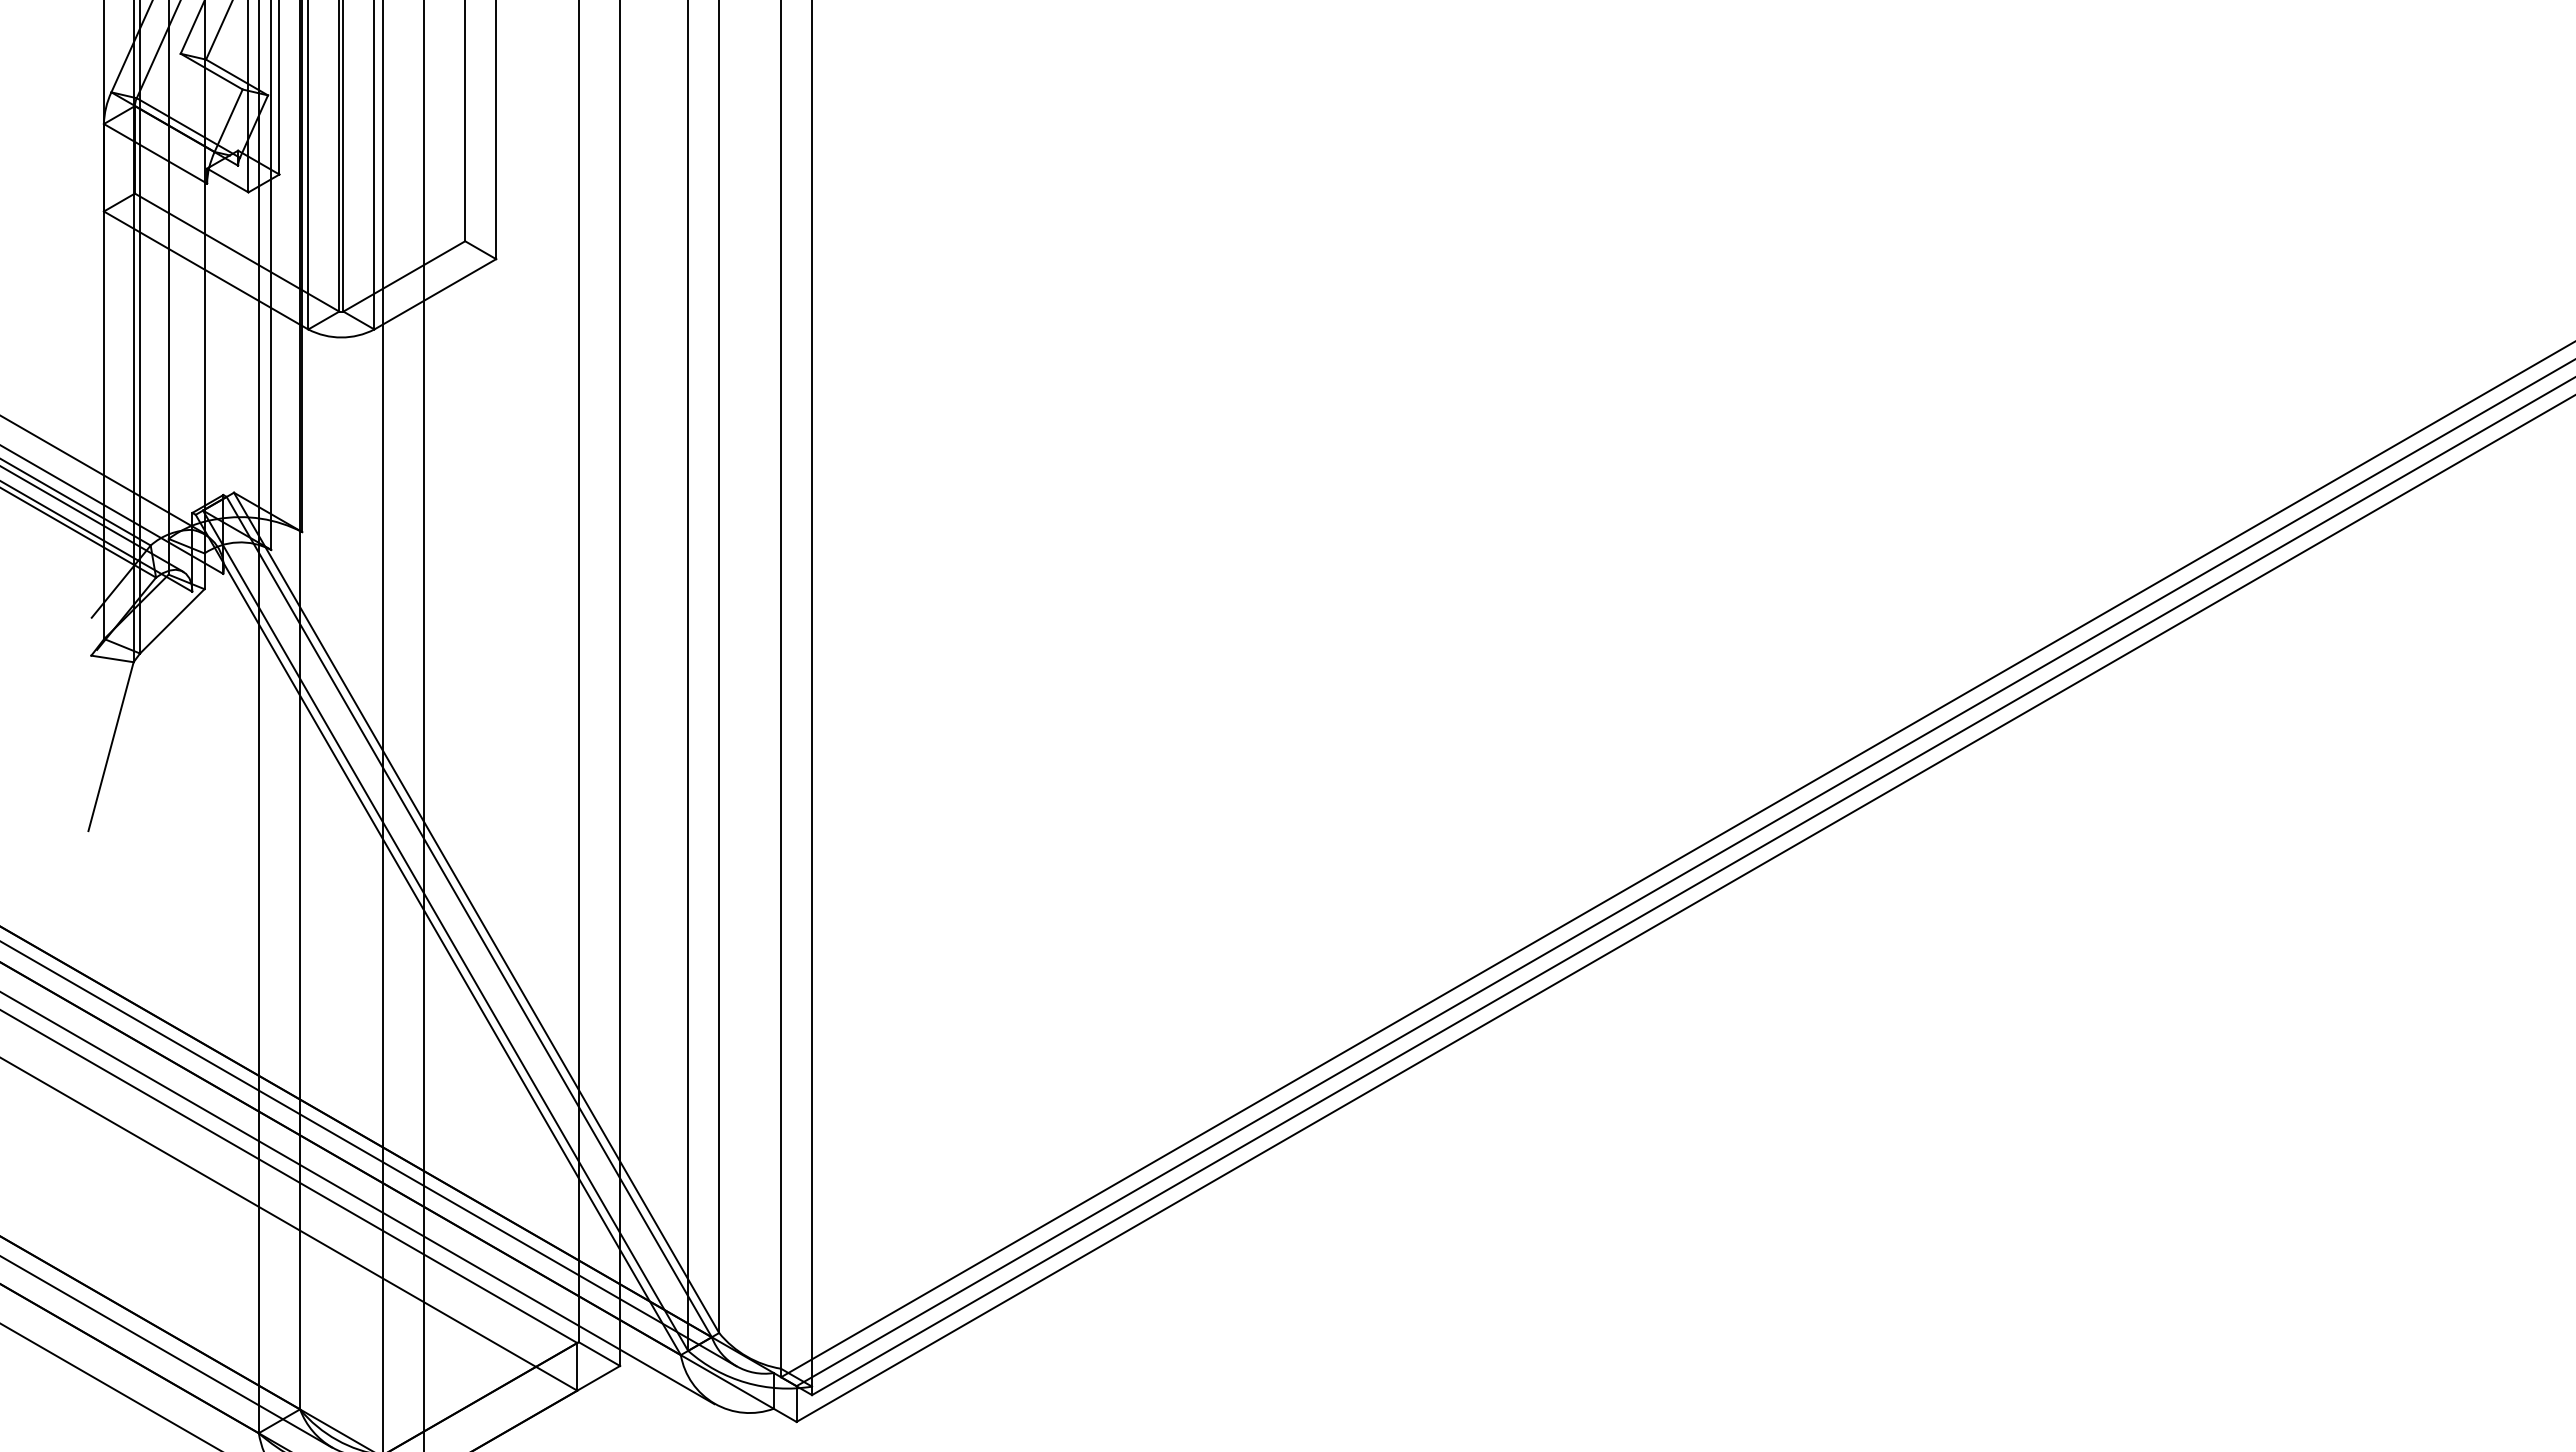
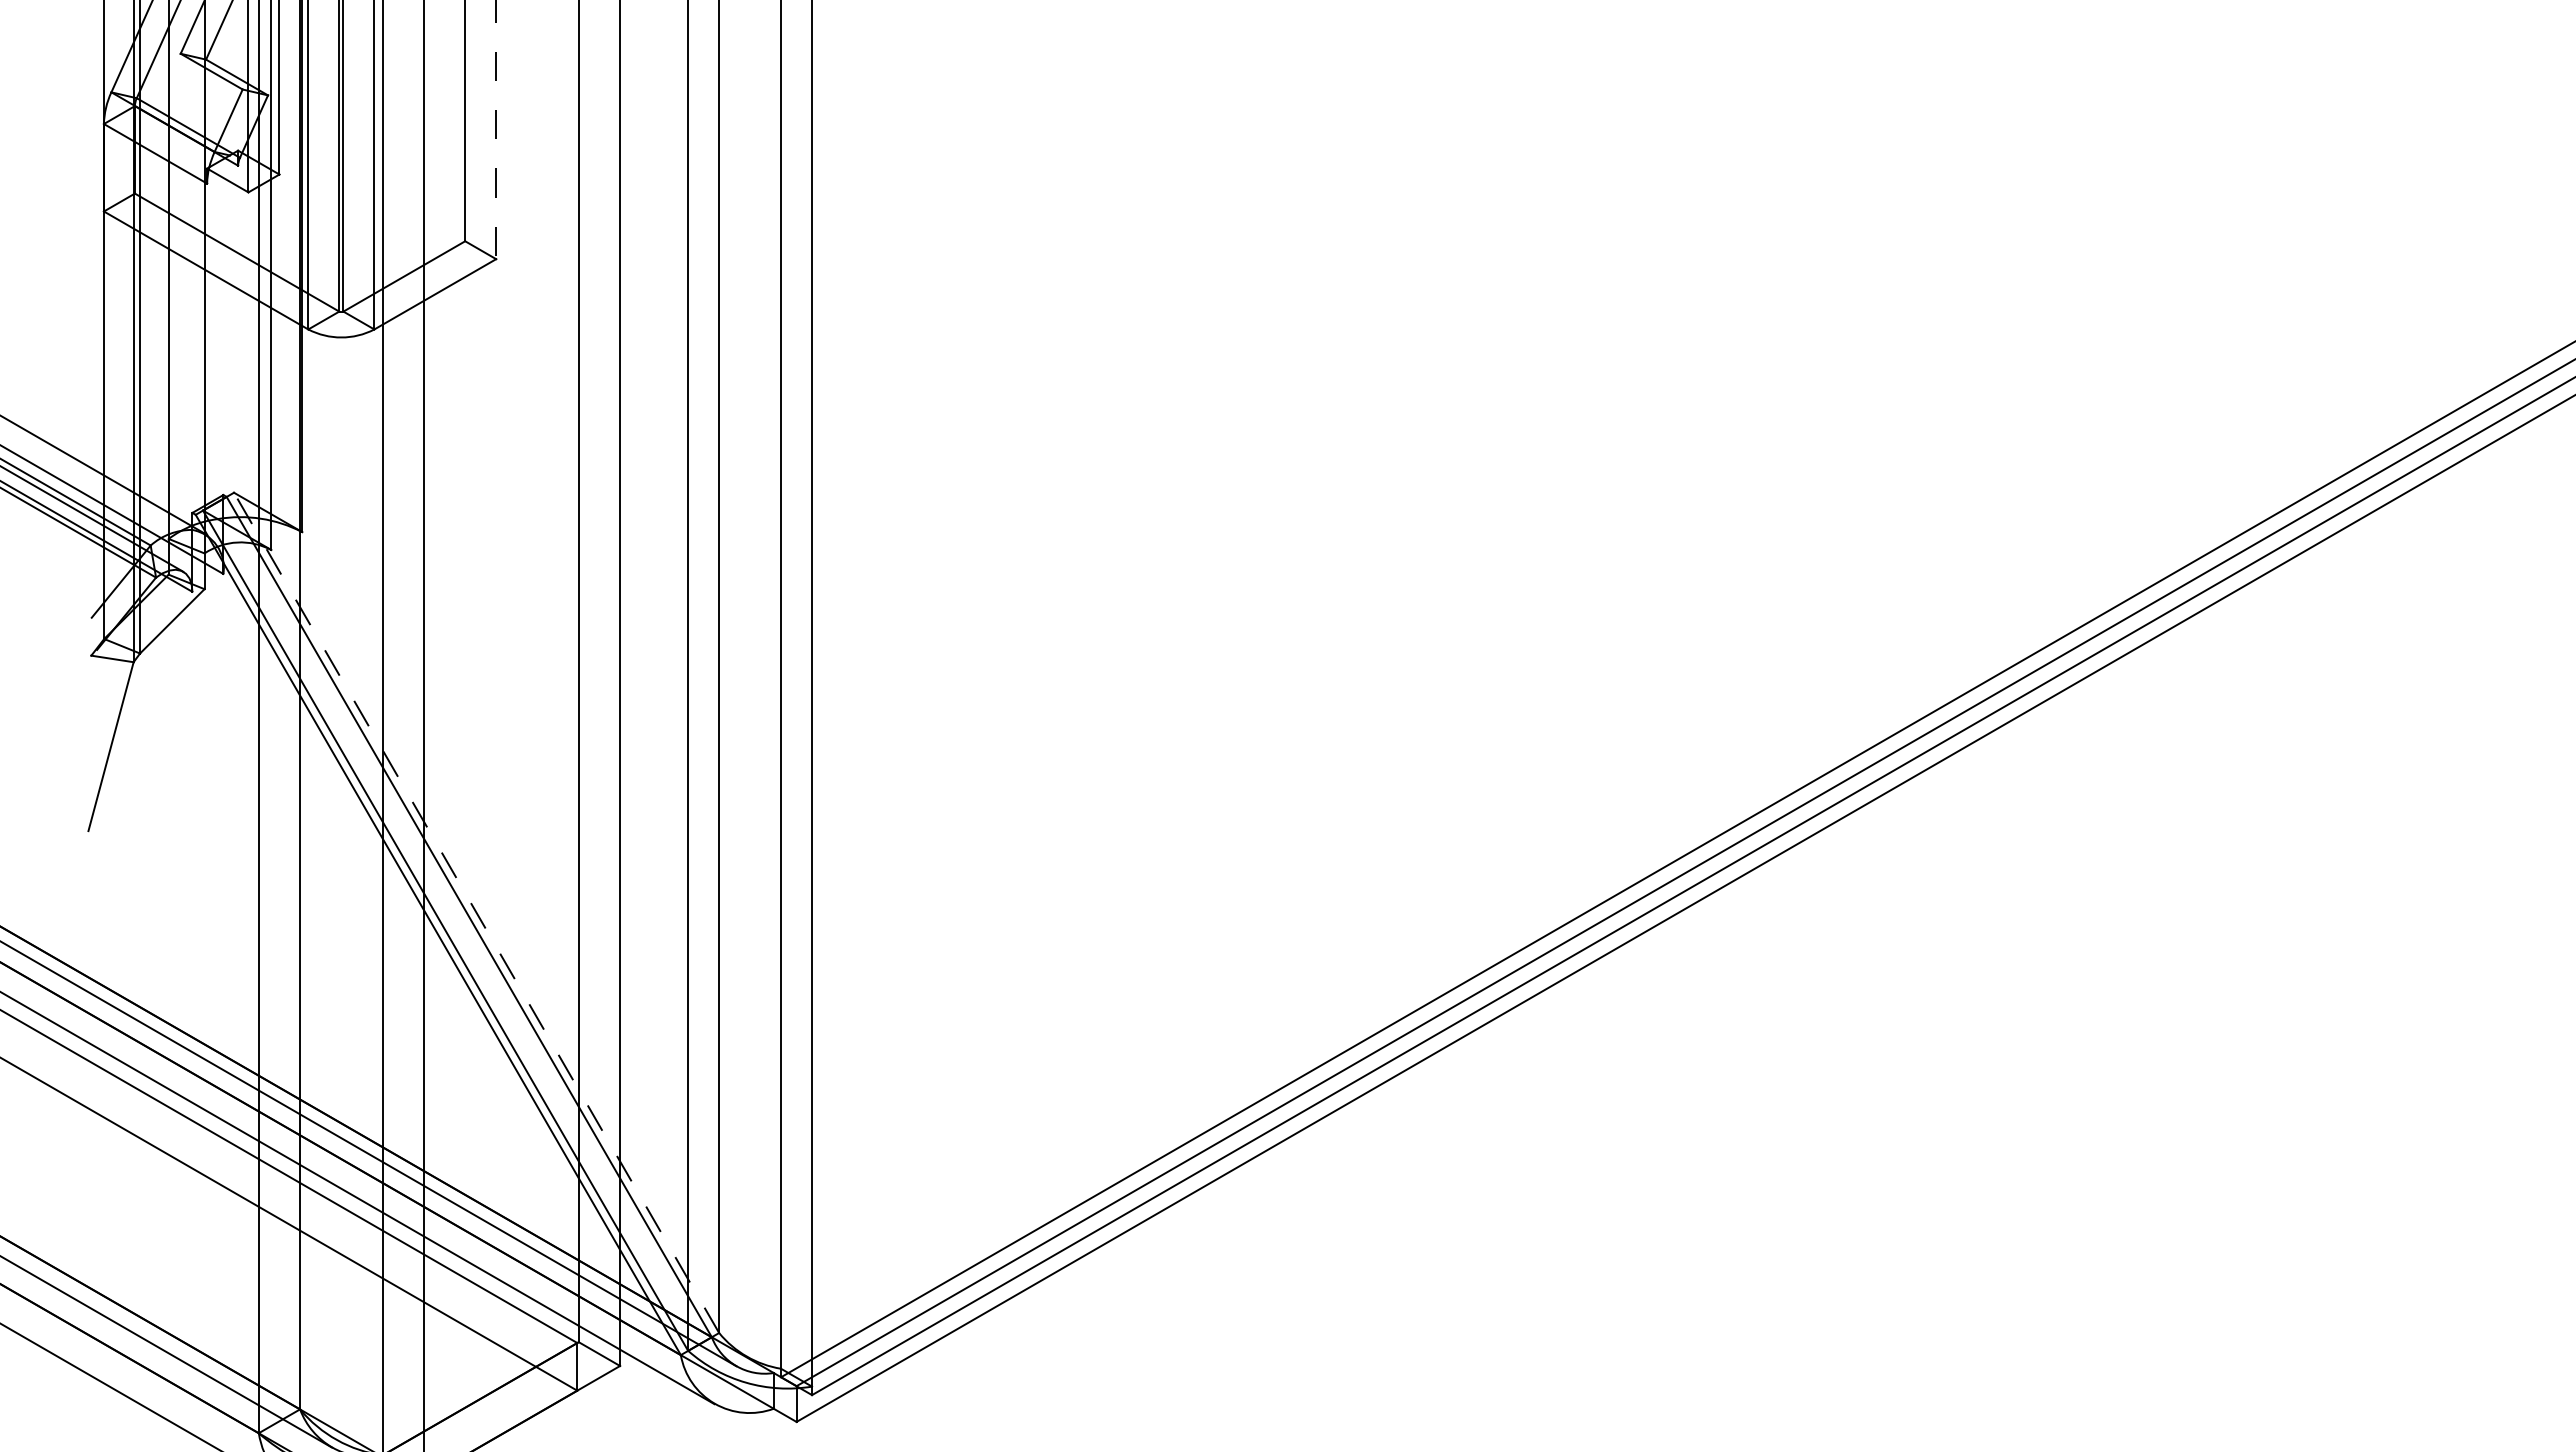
line at (496, 130): solid -> dashed
line at (476, 912): solid -> dashed
